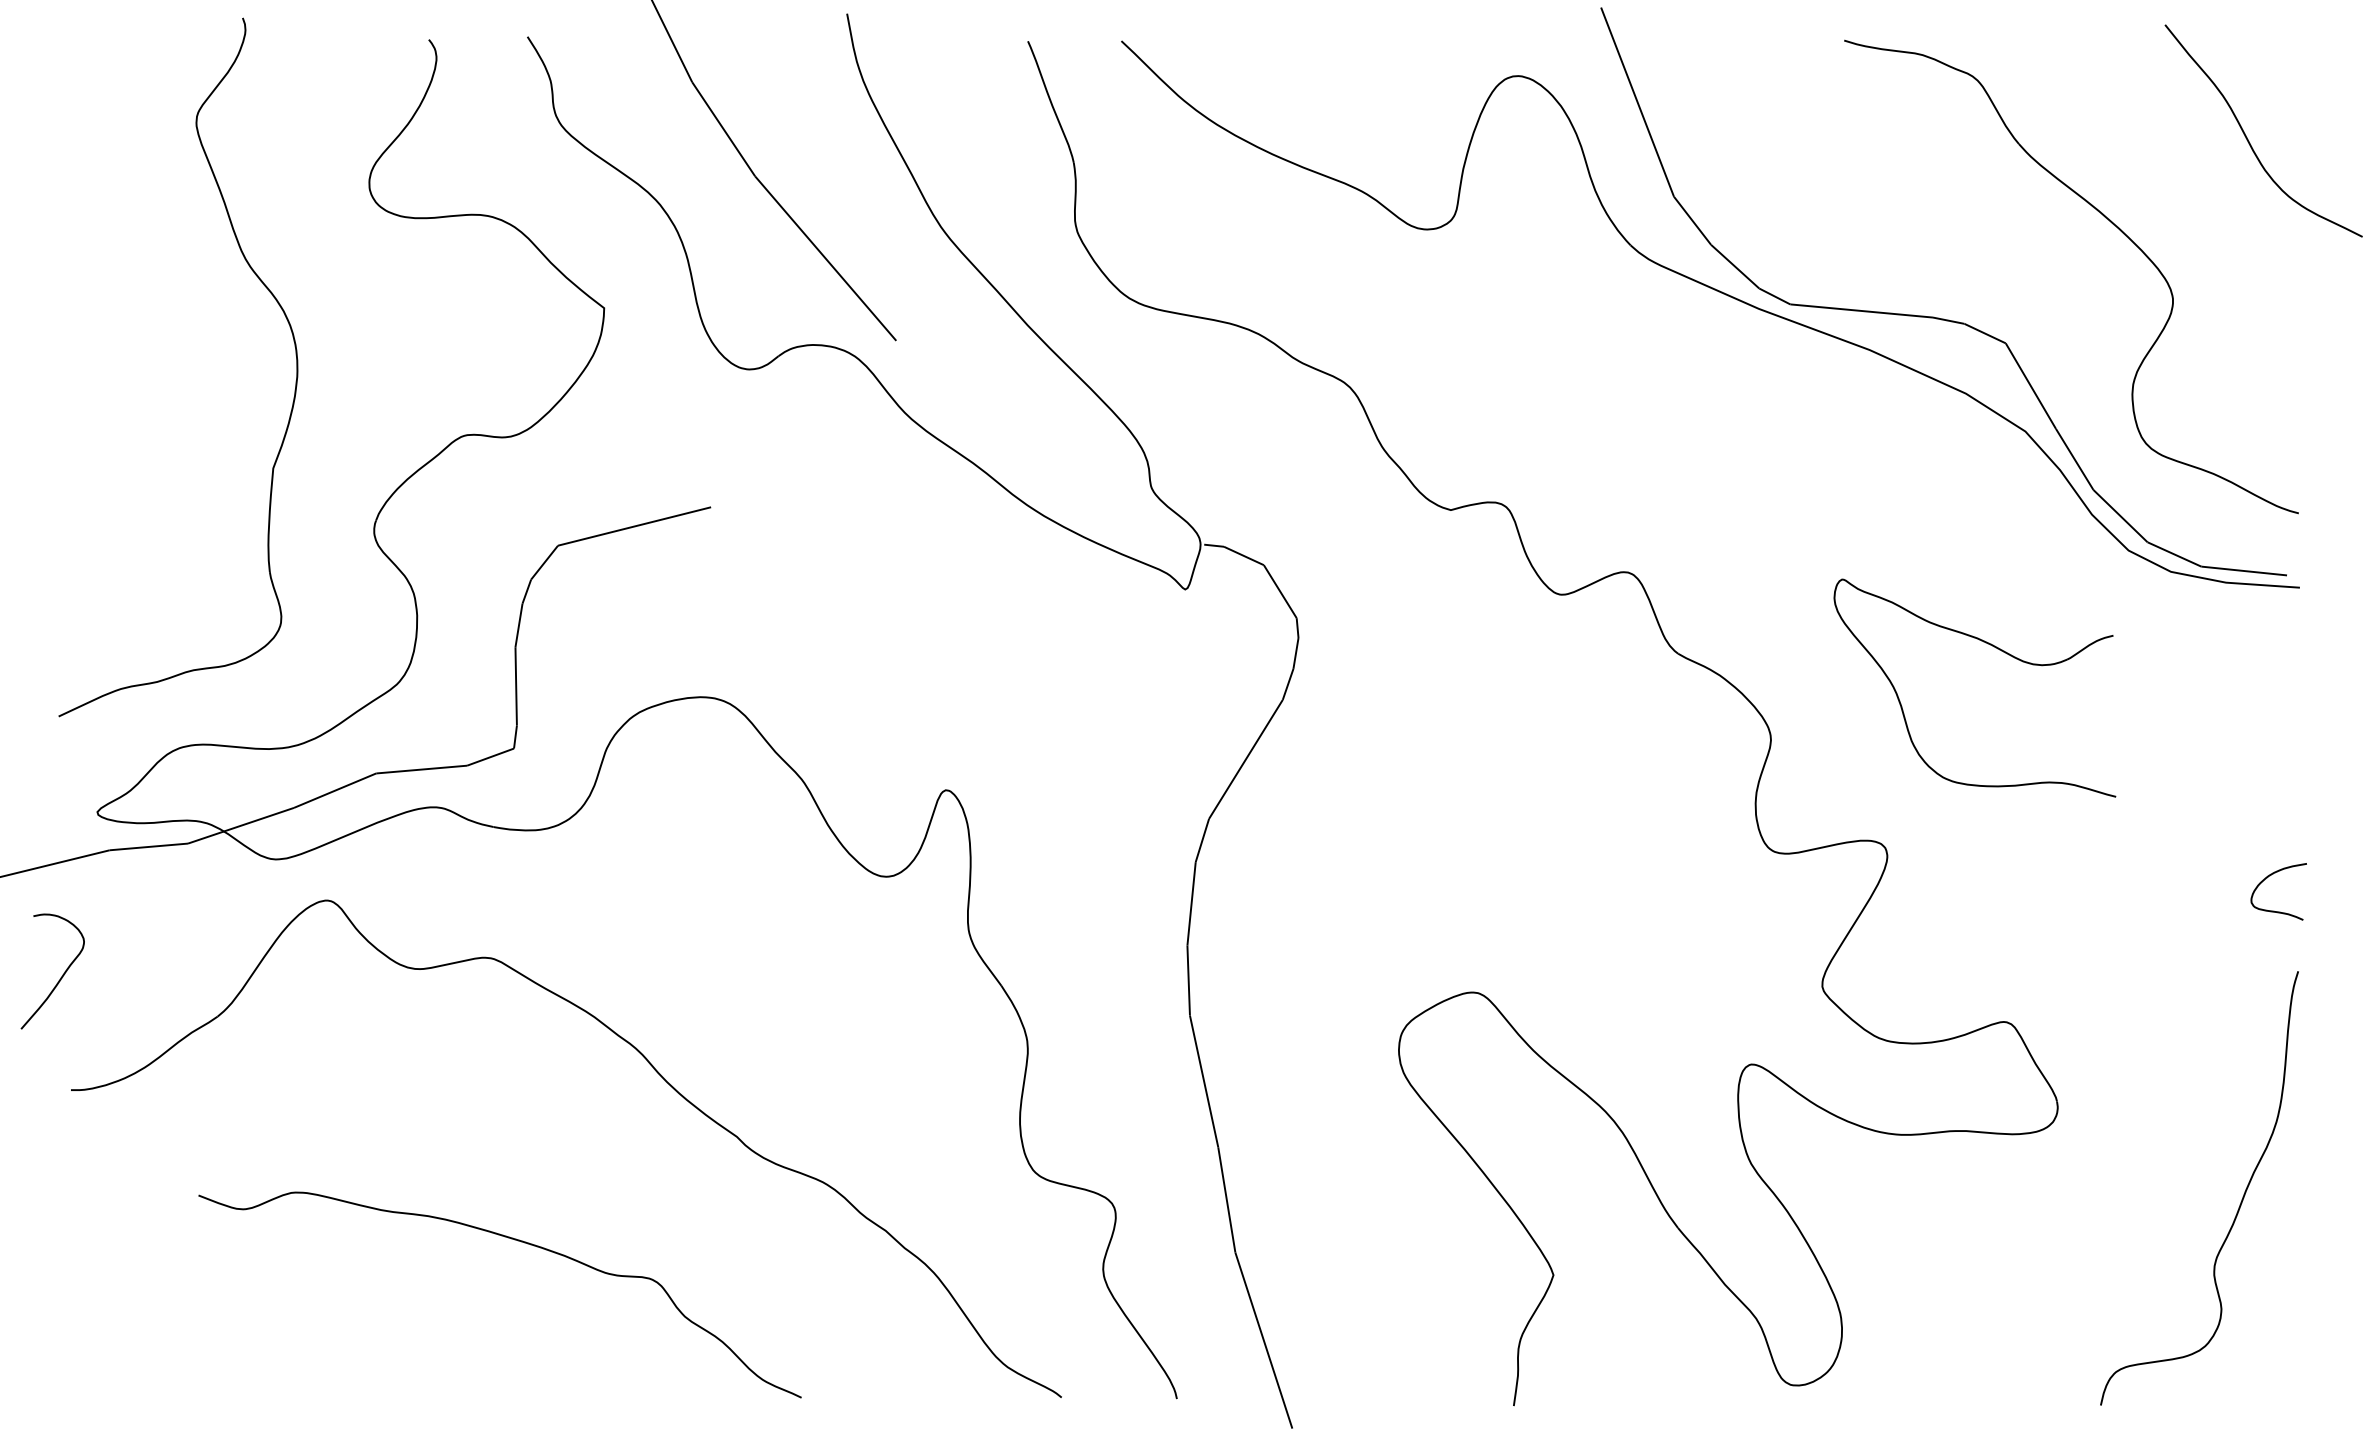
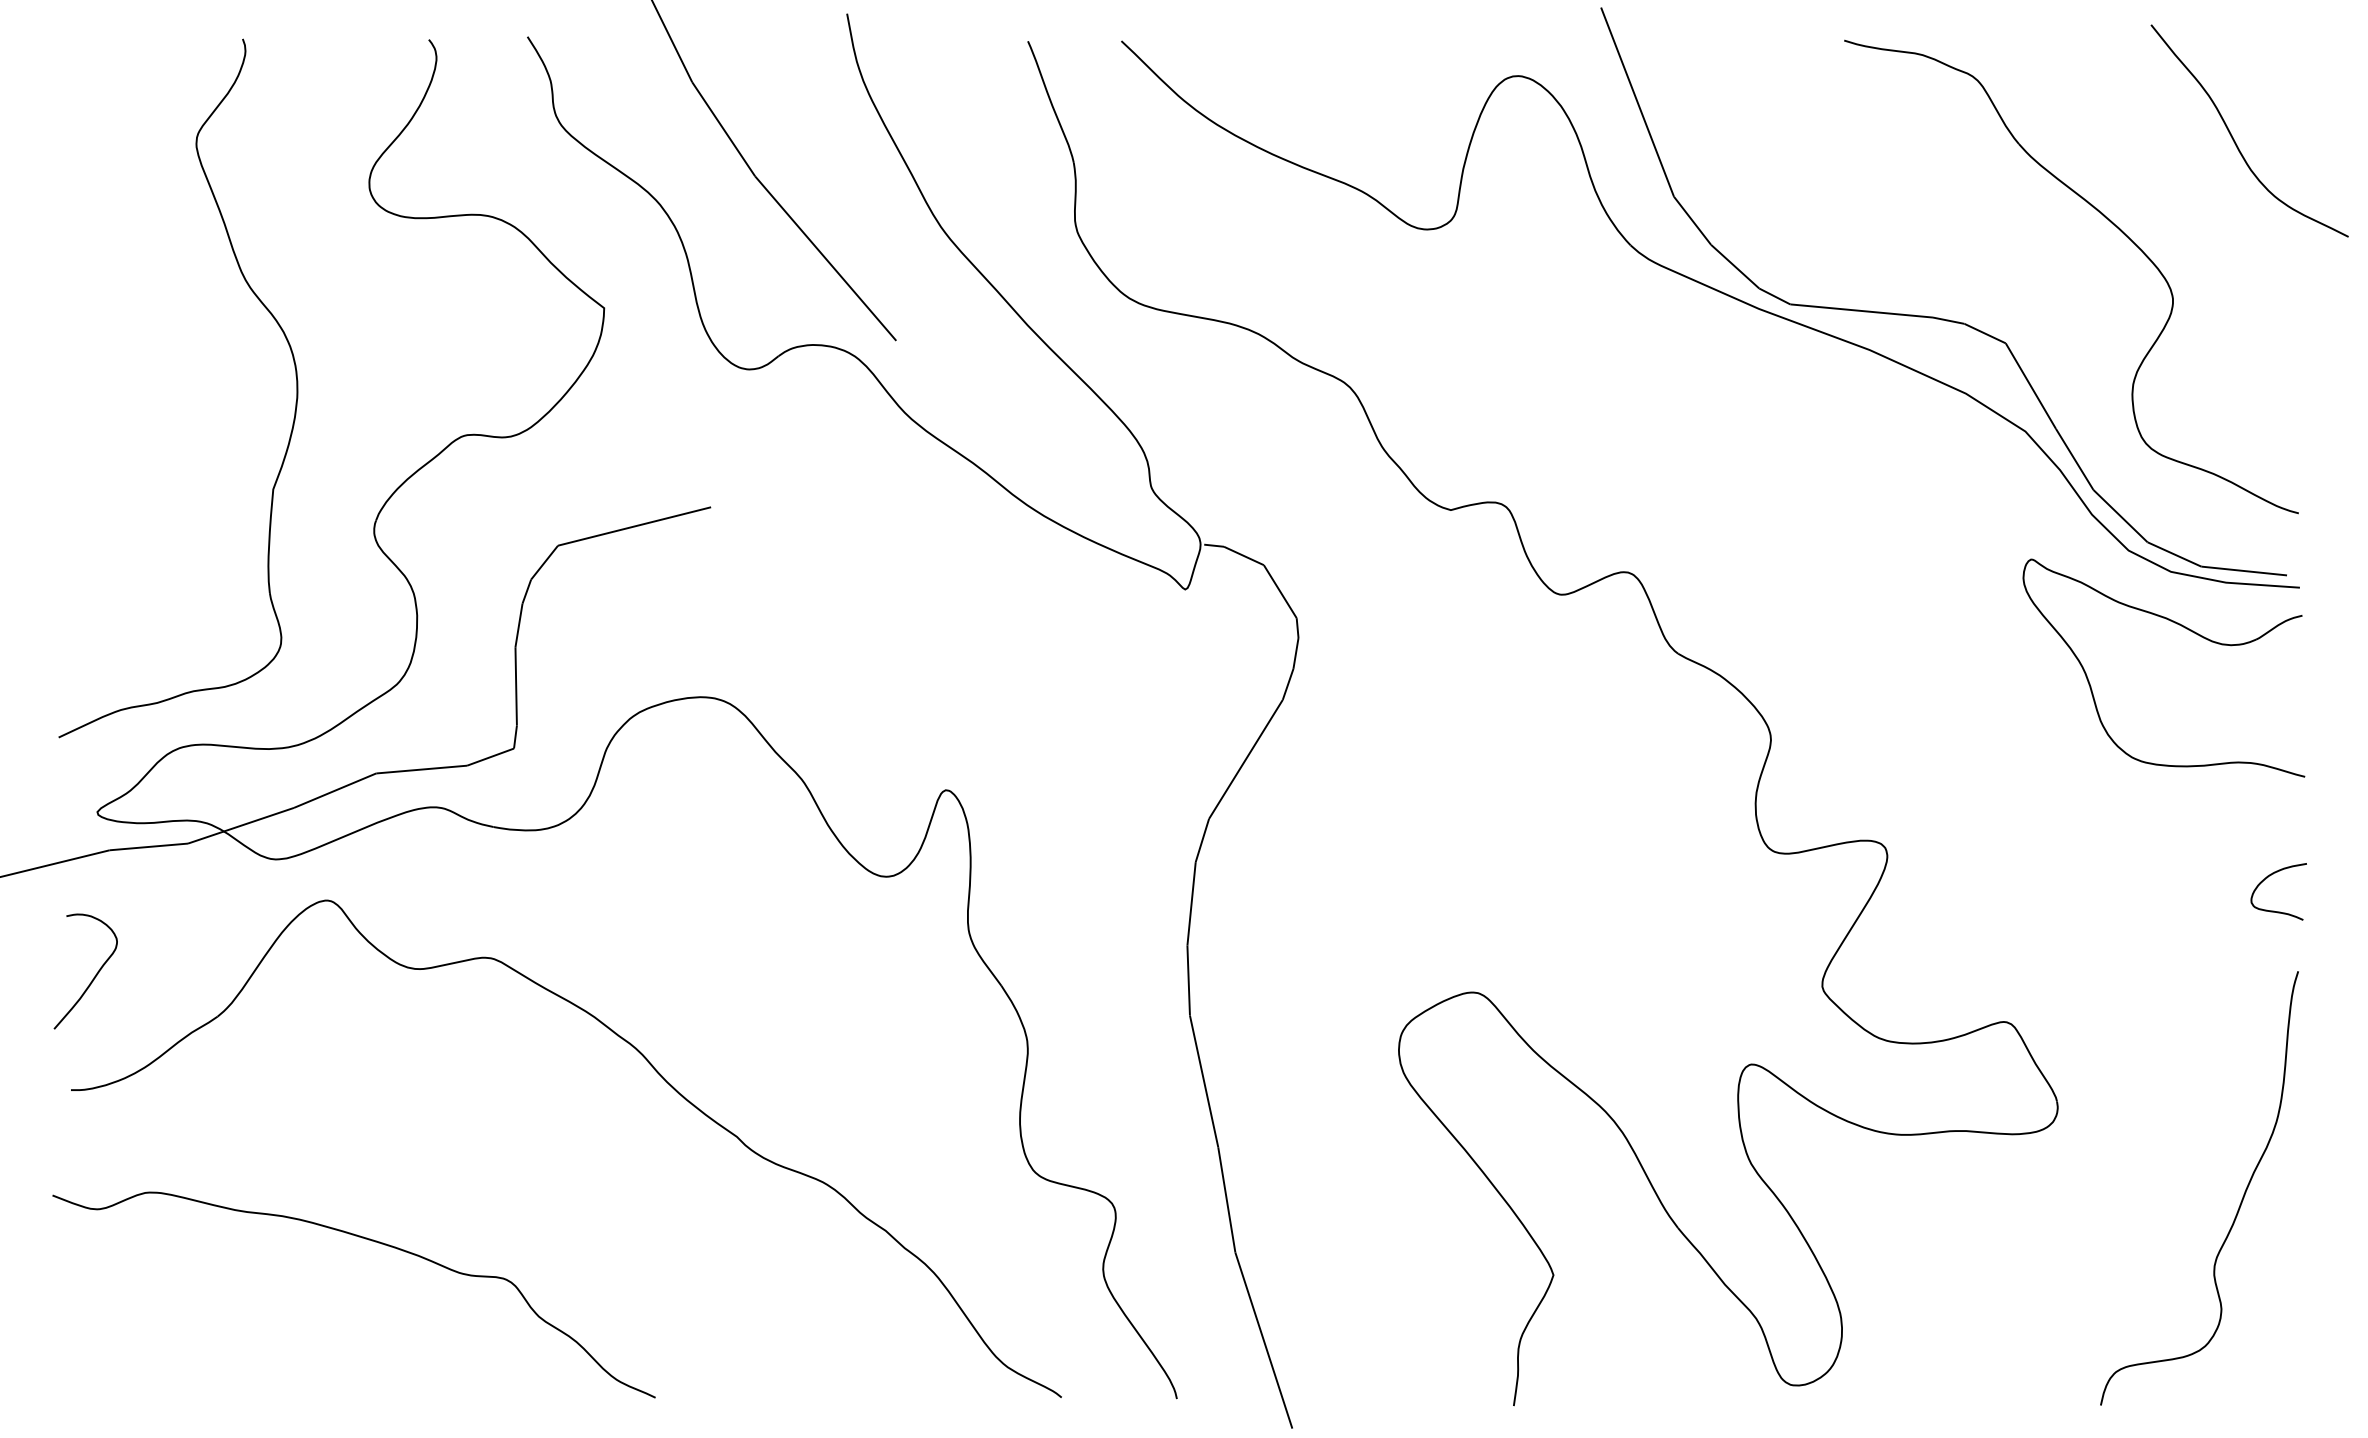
curve at (2247, 137) position: (2247, 137) -> (2233, 137)
part at (295, 355) position: (295, 355) -> (295, 376)
part at (1997, 649) position: (1997, 649) -> (2186, 629)
curve at (60, 977) position: (60, 977) -> (93, 977)
curve at (514, 1240) position: (514, 1240) -> (368, 1240)
